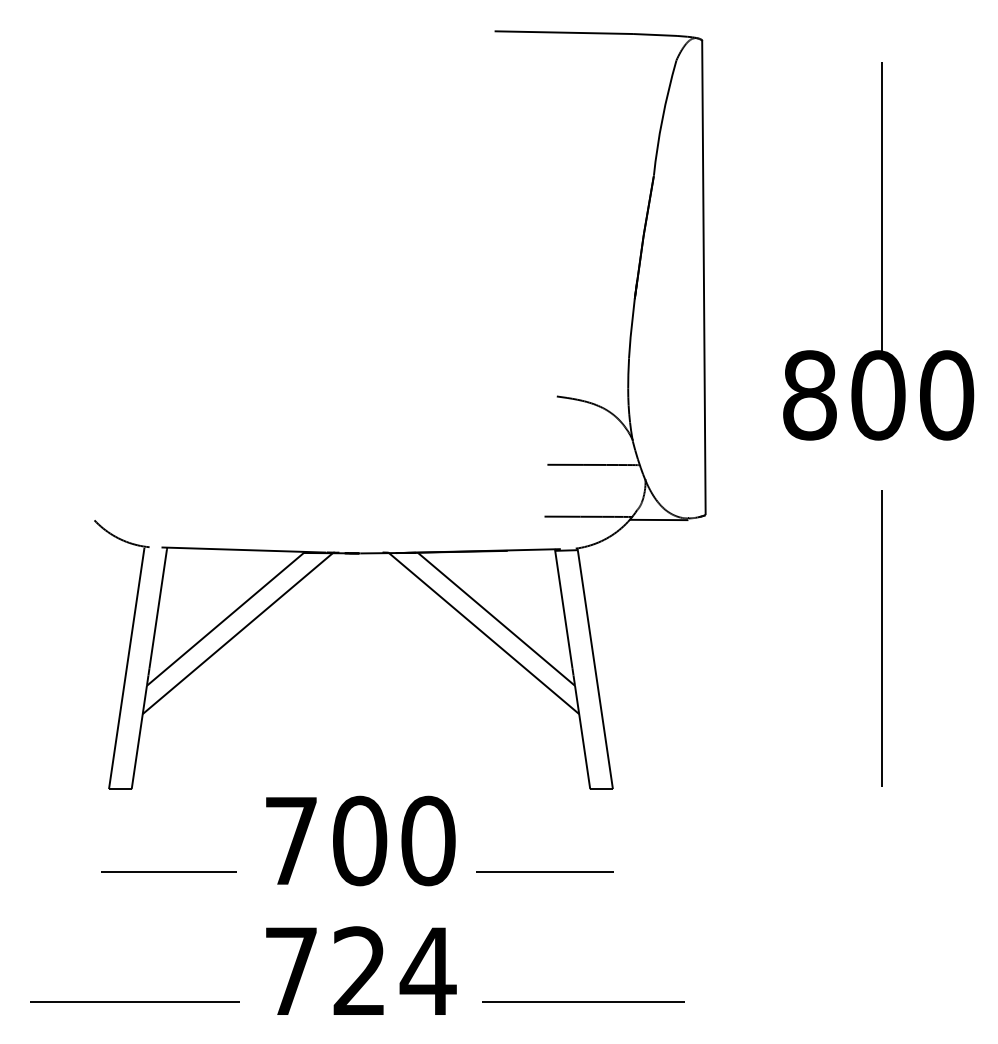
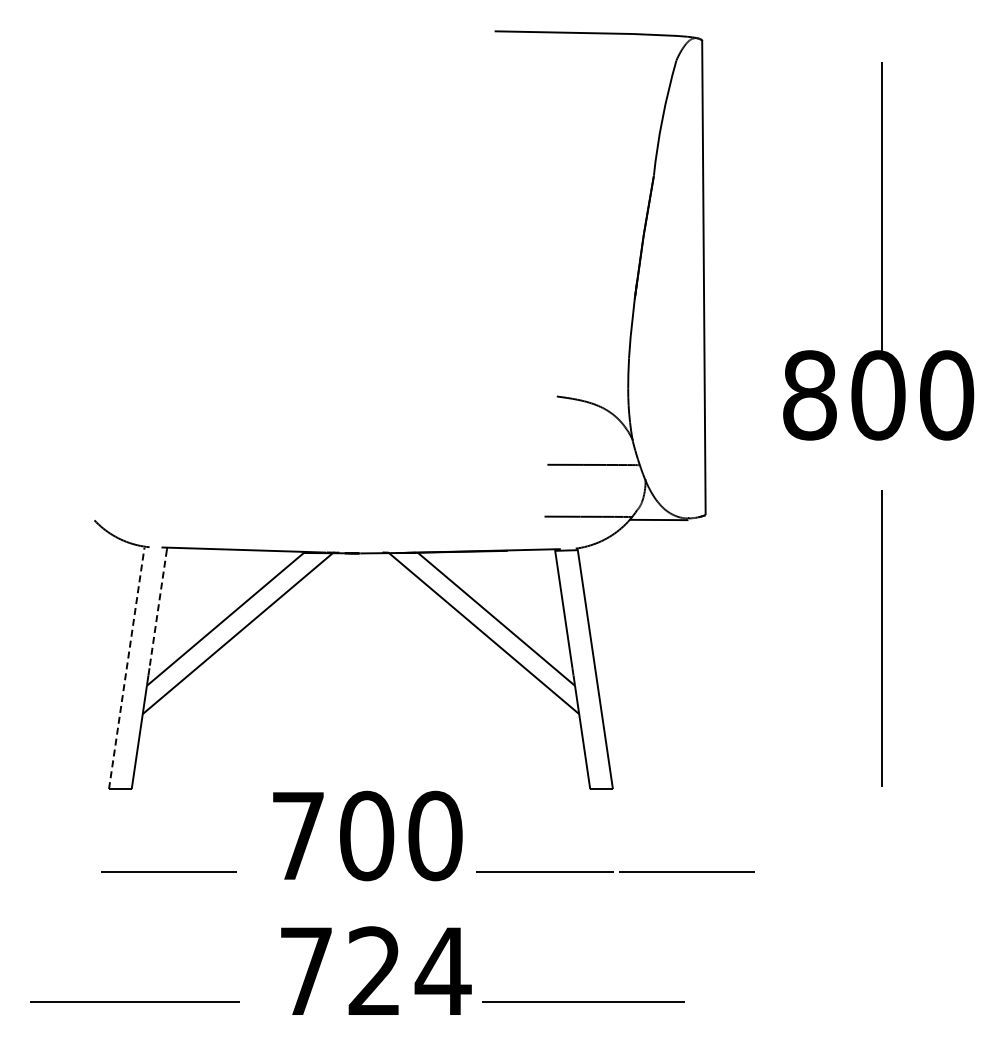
line at (158, 609): solid -> dashed
line at (126, 668): solid -> dashed
text at (360, 840) position: (360, 840) -> (367, 835)
line at (686, 871): none -> present
text at (361, 970) position: (361, 970) -> (376, 970)
